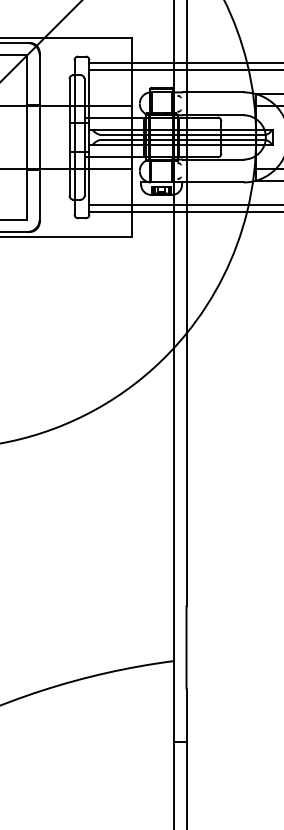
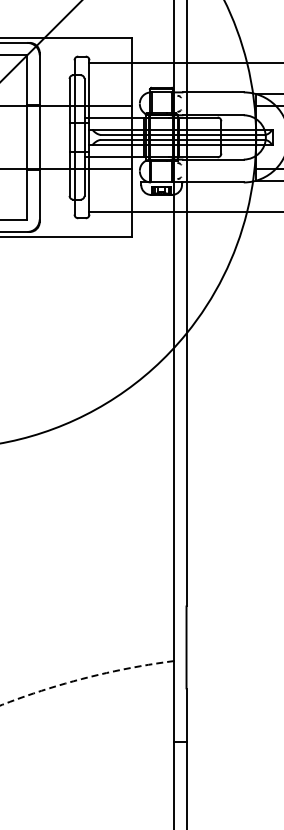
line at (184, 70): present -> none
line at (184, 204): present -> none
arc at (87, 677): solid -> dashed
